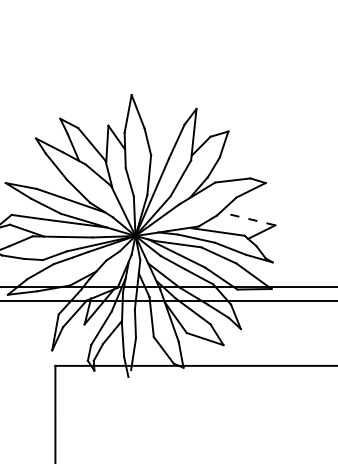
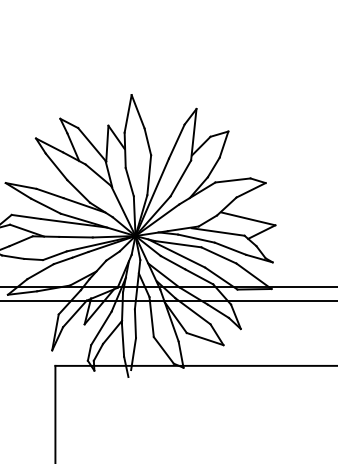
line at (248, 218): dashed -> solid
